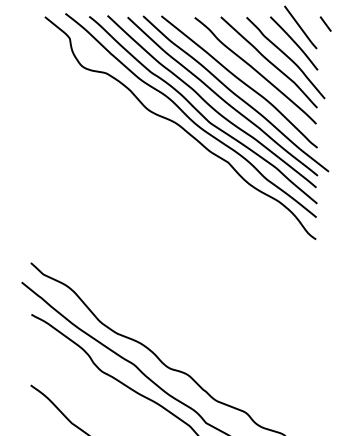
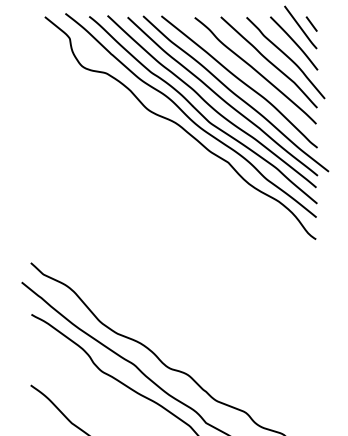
line at (325, 23) position: (325, 23) -> (311, 23)
